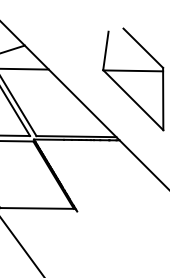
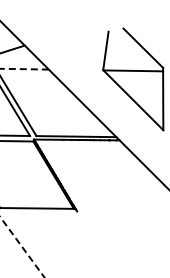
line at (24, 69): solid -> dashed
line at (22, 247): solid -> dashed
